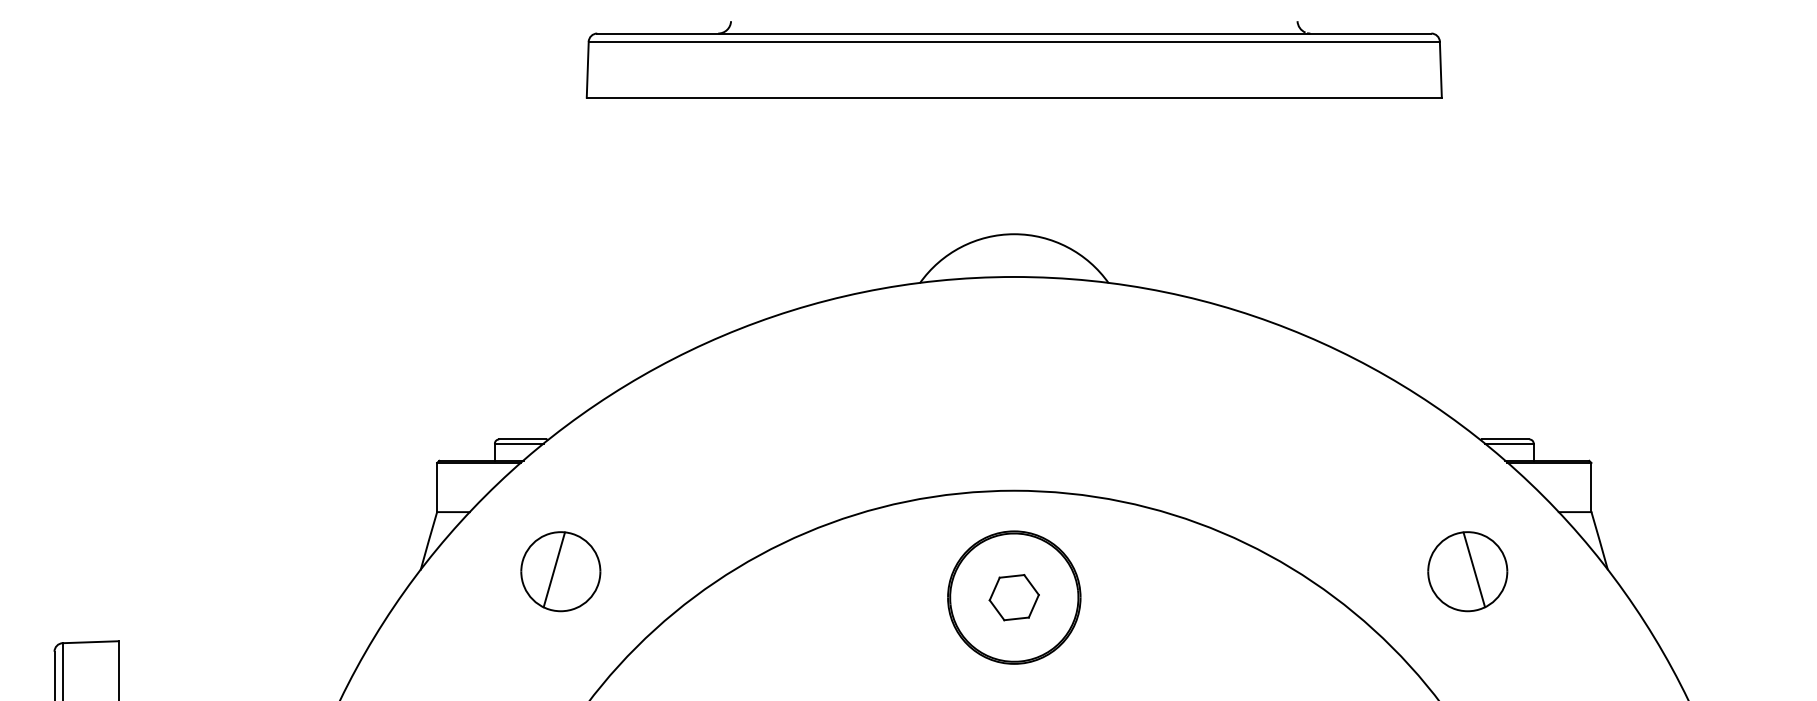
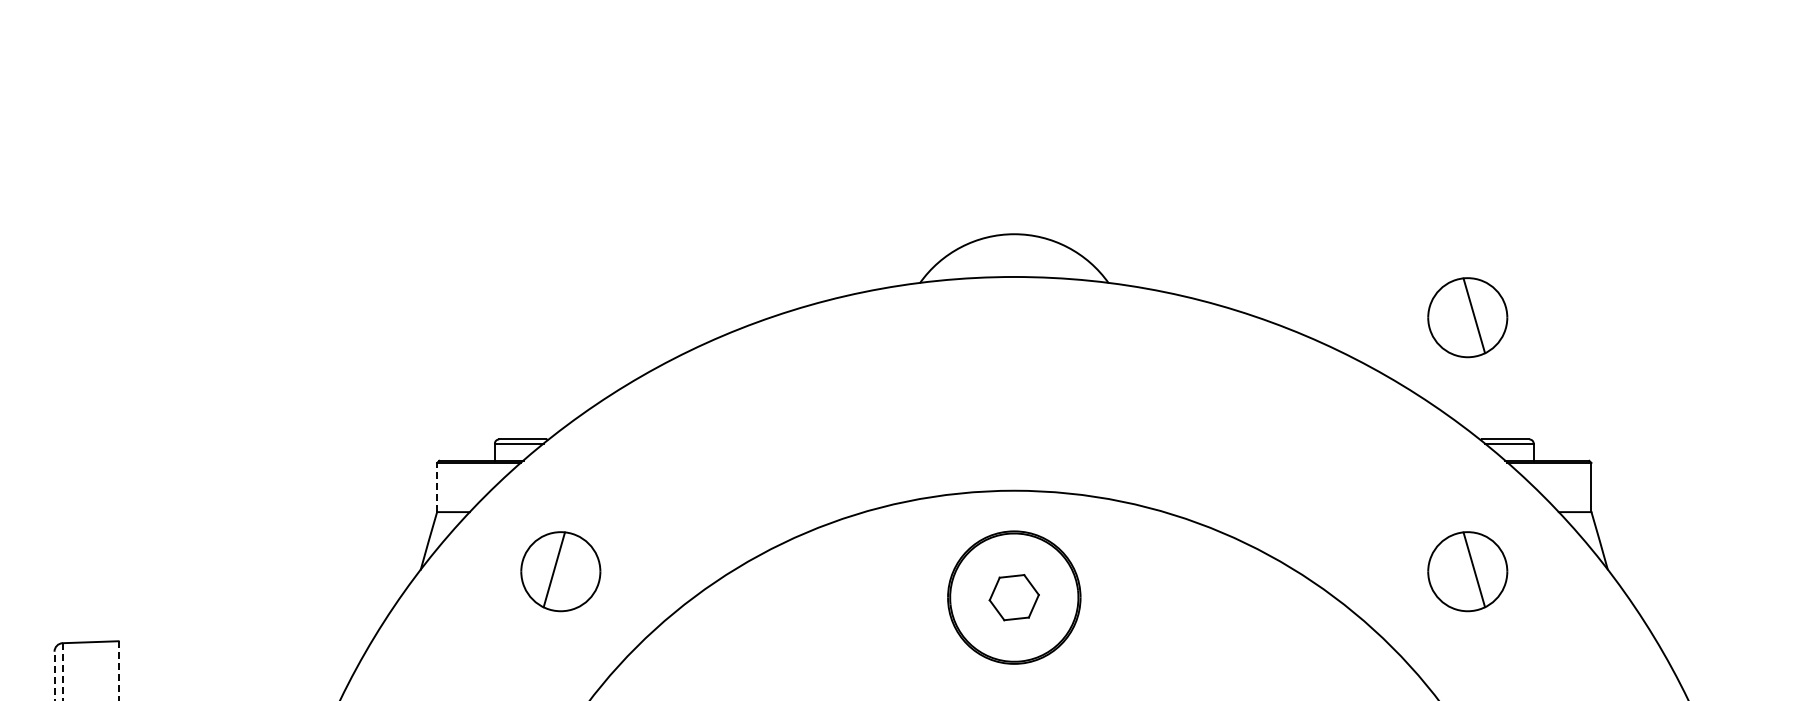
part at (1013, 59): present -> none
part at (1467, 317): none -> present
line at (437, 487): solid -> dashed
line at (118, 671): solid -> dashed
line at (62, 672): solid -> dashed
line at (54, 675): solid -> dashed
